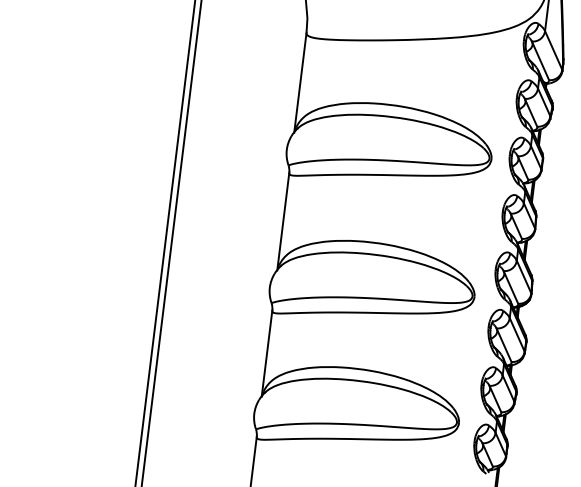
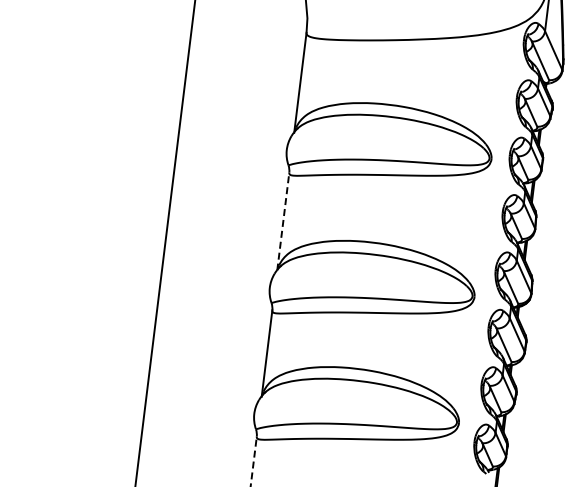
line at (283, 221): solid -> dashed
line at (171, 242): present -> none
line at (253, 461): solid -> dashed
